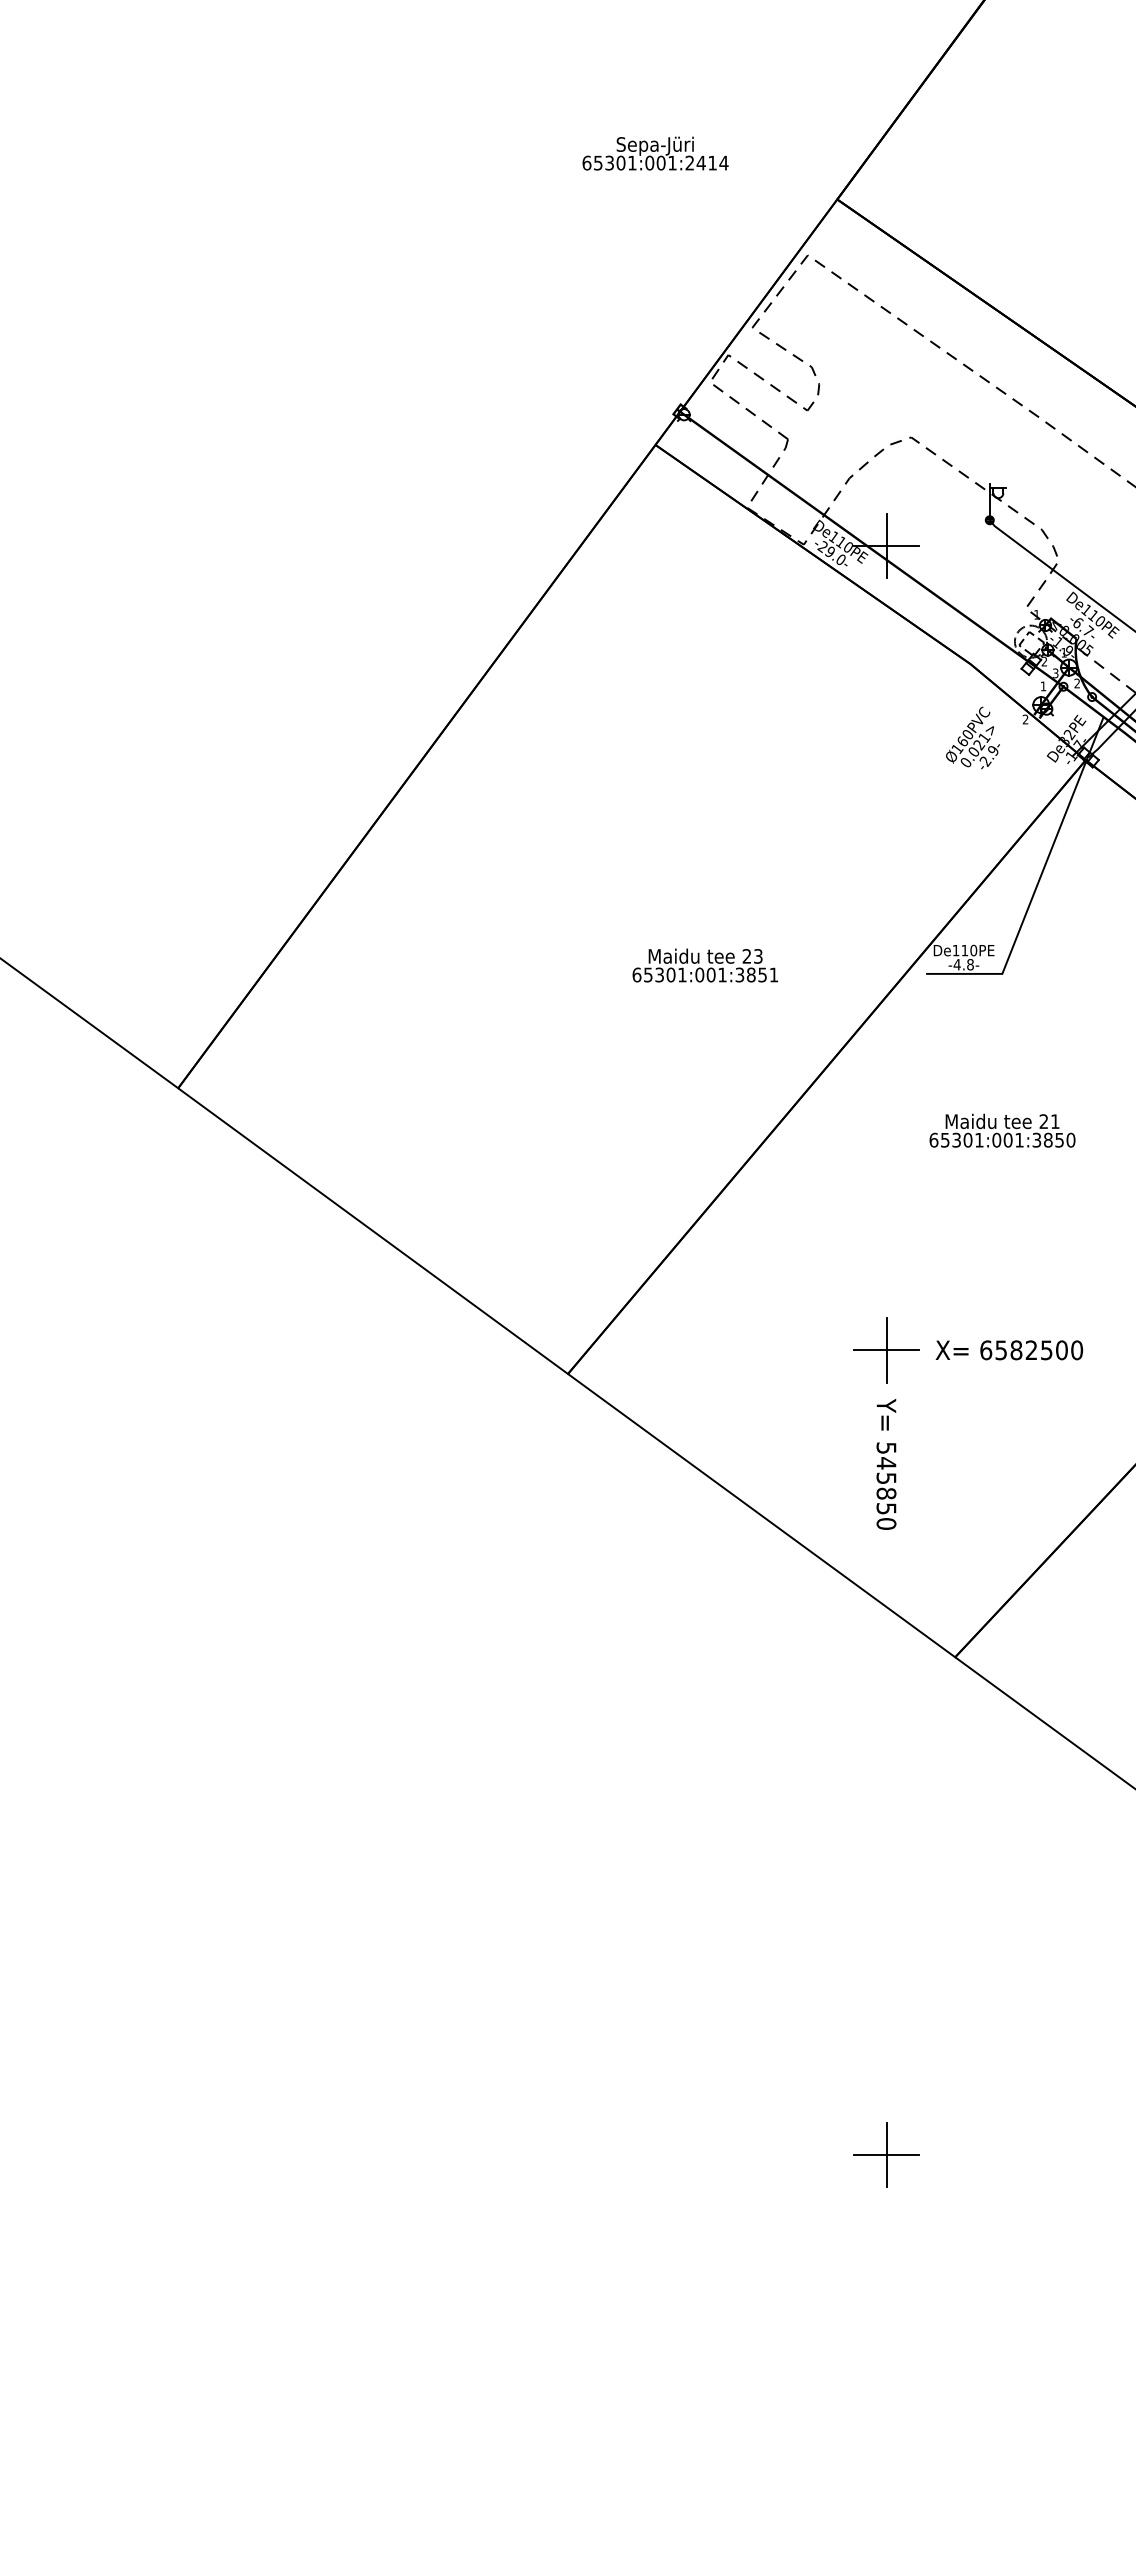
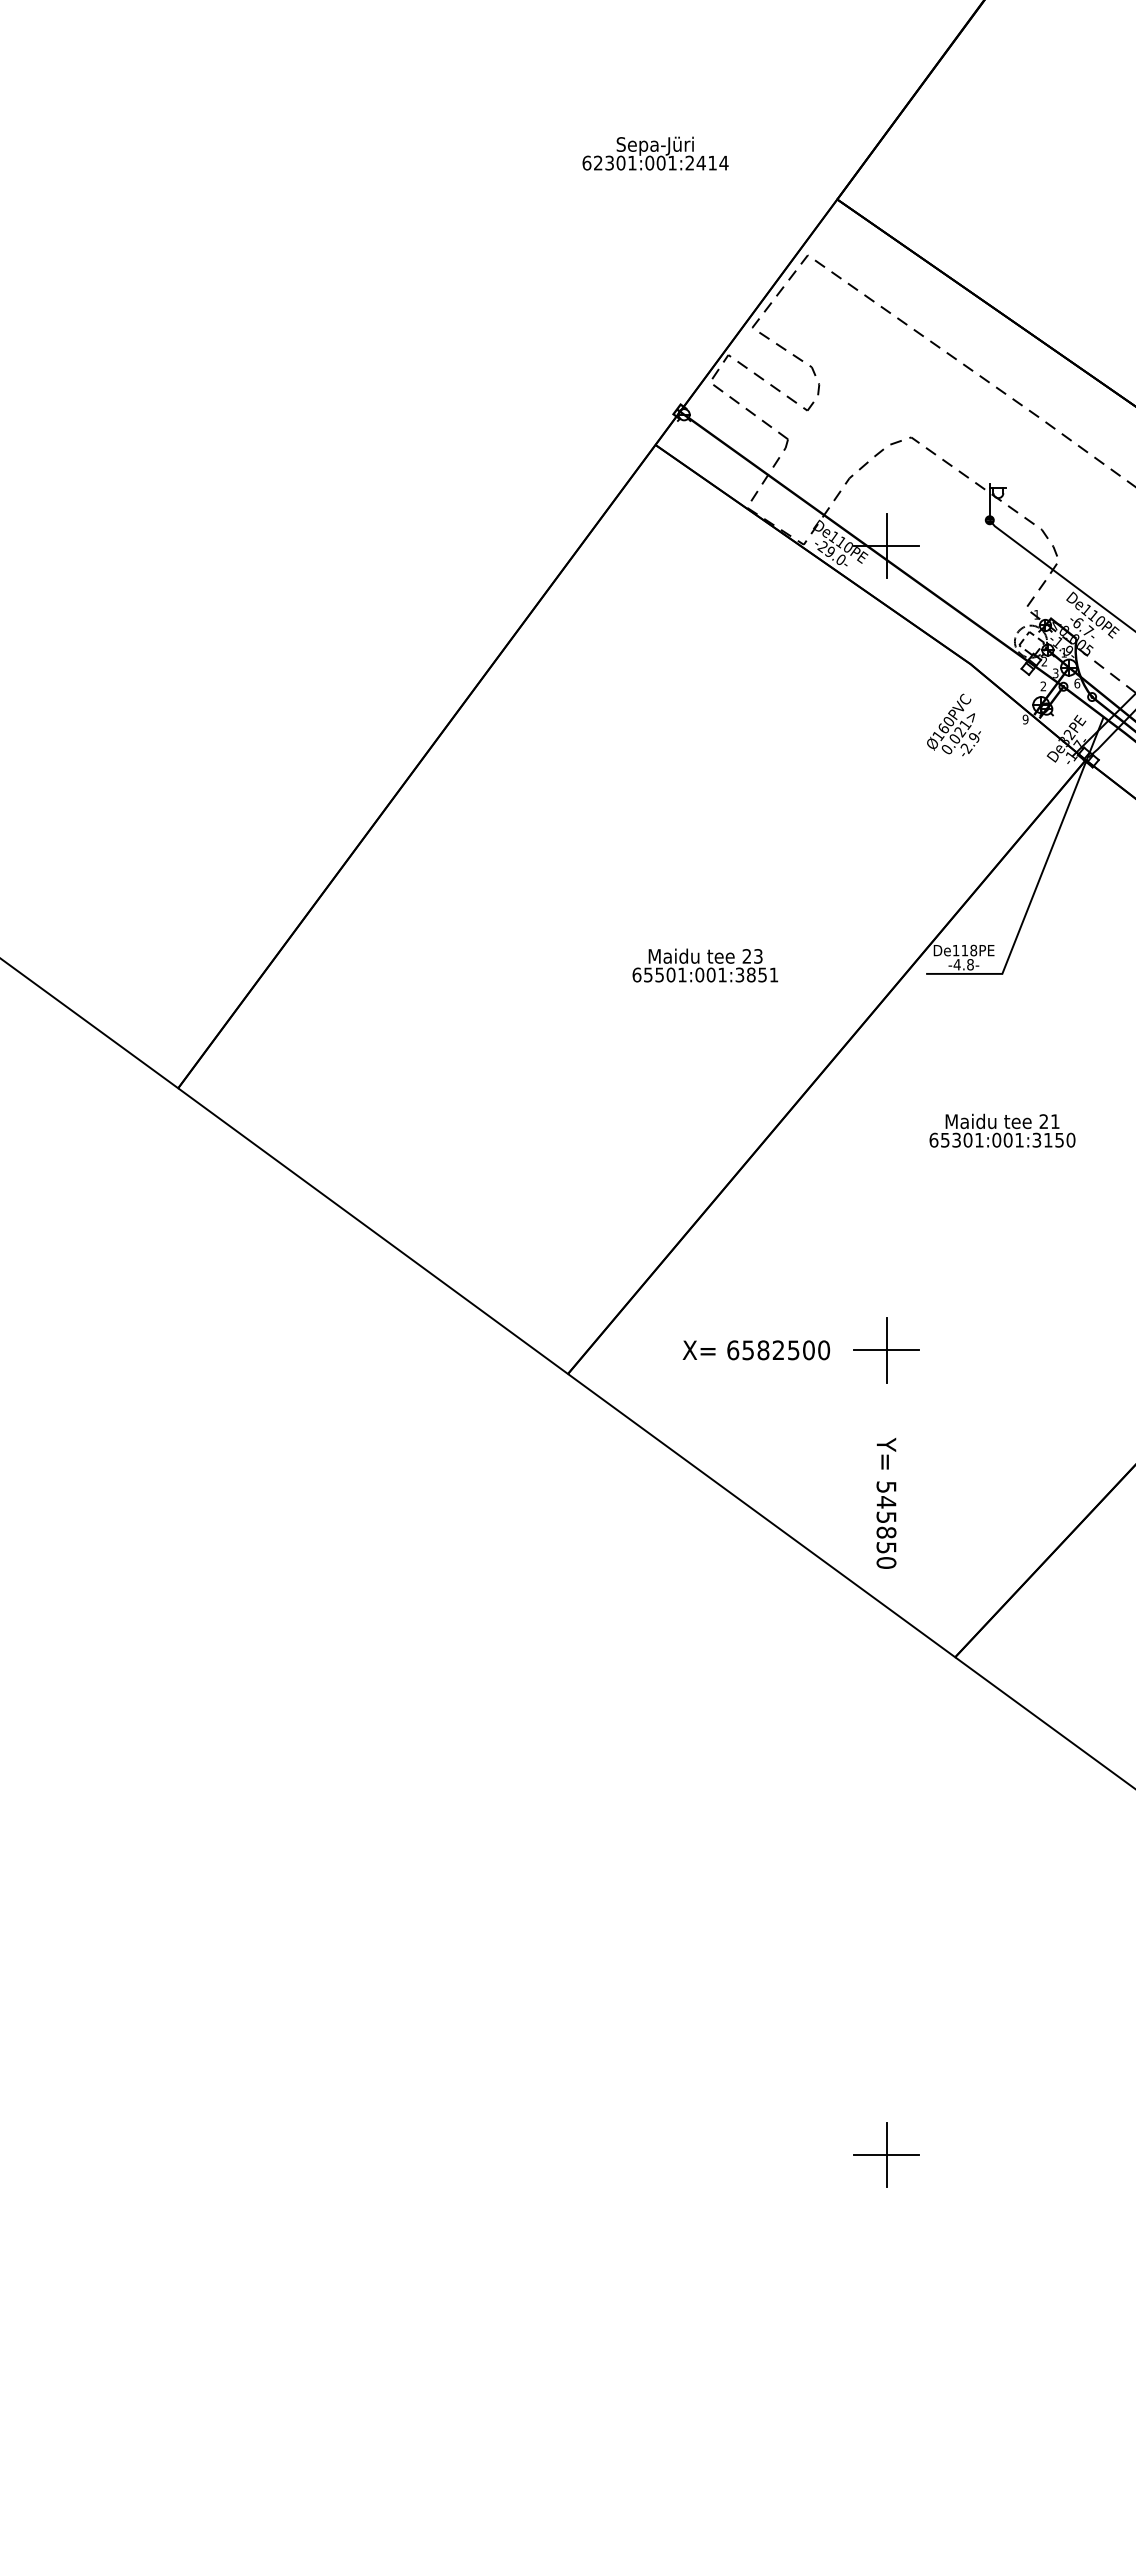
text at (598, 162): 65301:001:2414 -> 62301:001:2414
text at (1077, 683): 2 -> 6
text at (1042, 686): 1 -> 2
text at (1025, 719): 2 -> 9
text at (972, 737) position: (972, 737) -> (953, 724)
text at (973, 950): De110PE -> De118PE
text at (659, 974): 65301:001:3851 -> 65501:001:3851
text at (1047, 1139): 65301:001:3850 -> 65301:001:3150
text at (1009, 1350) position: (1009, 1350) -> (756, 1350)
text at (886, 1464) position: (886, 1464) -> (886, 1503)
